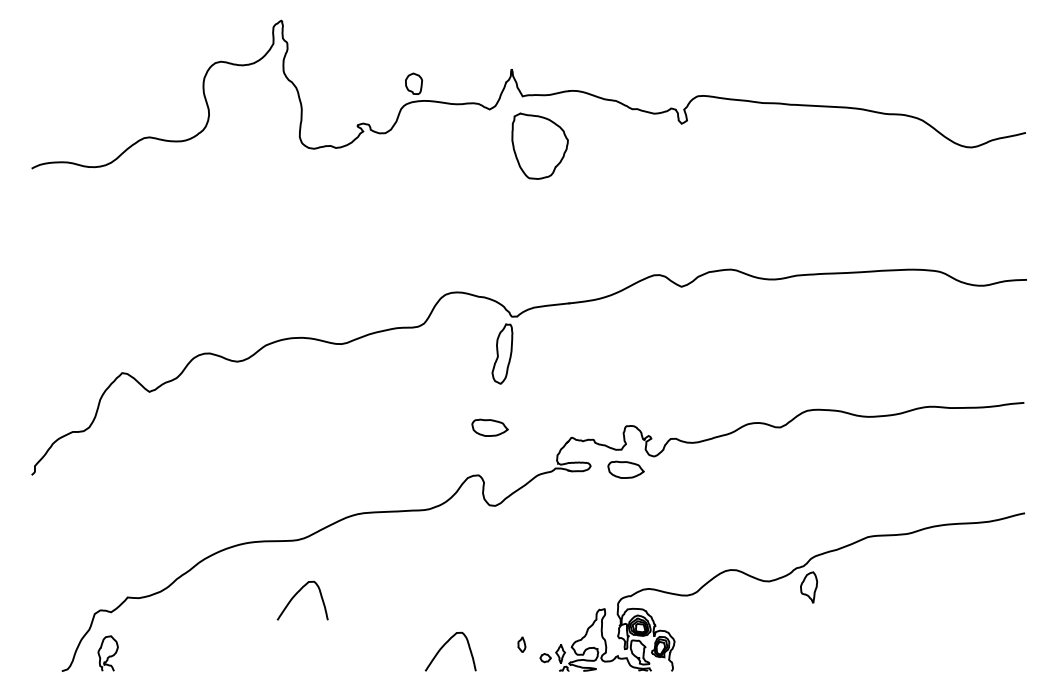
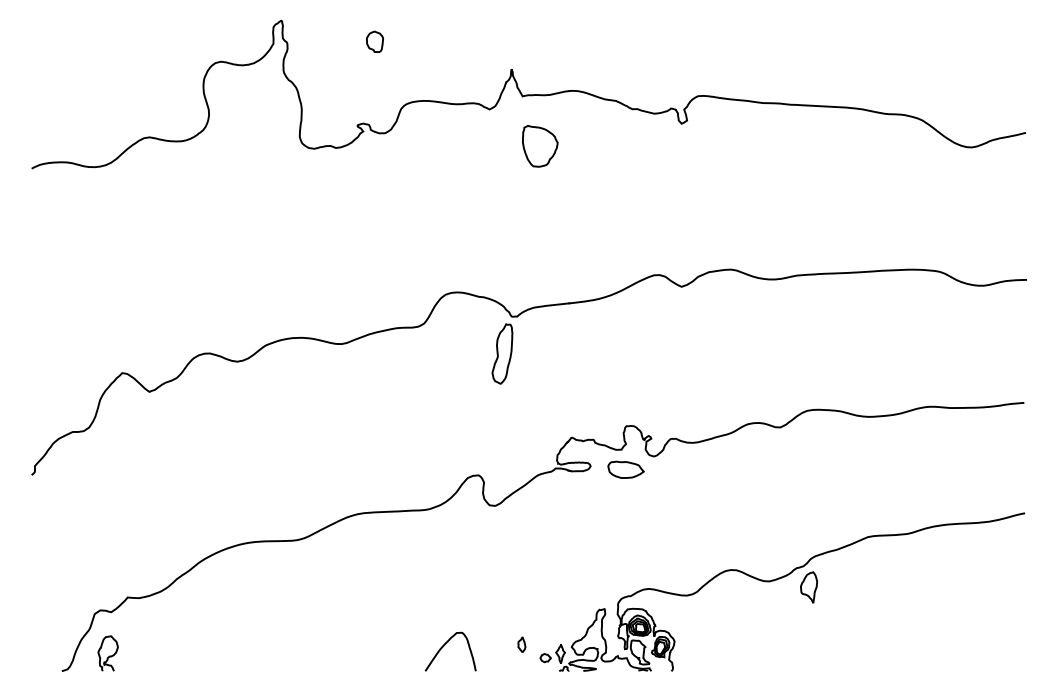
part at (414, 83) position: (414, 83) -> (375, 41)
part at (539, 145) size: 58x68 px -> 37x43 px
part at (489, 427): present -> none
curve at (297, 594): present -> none
